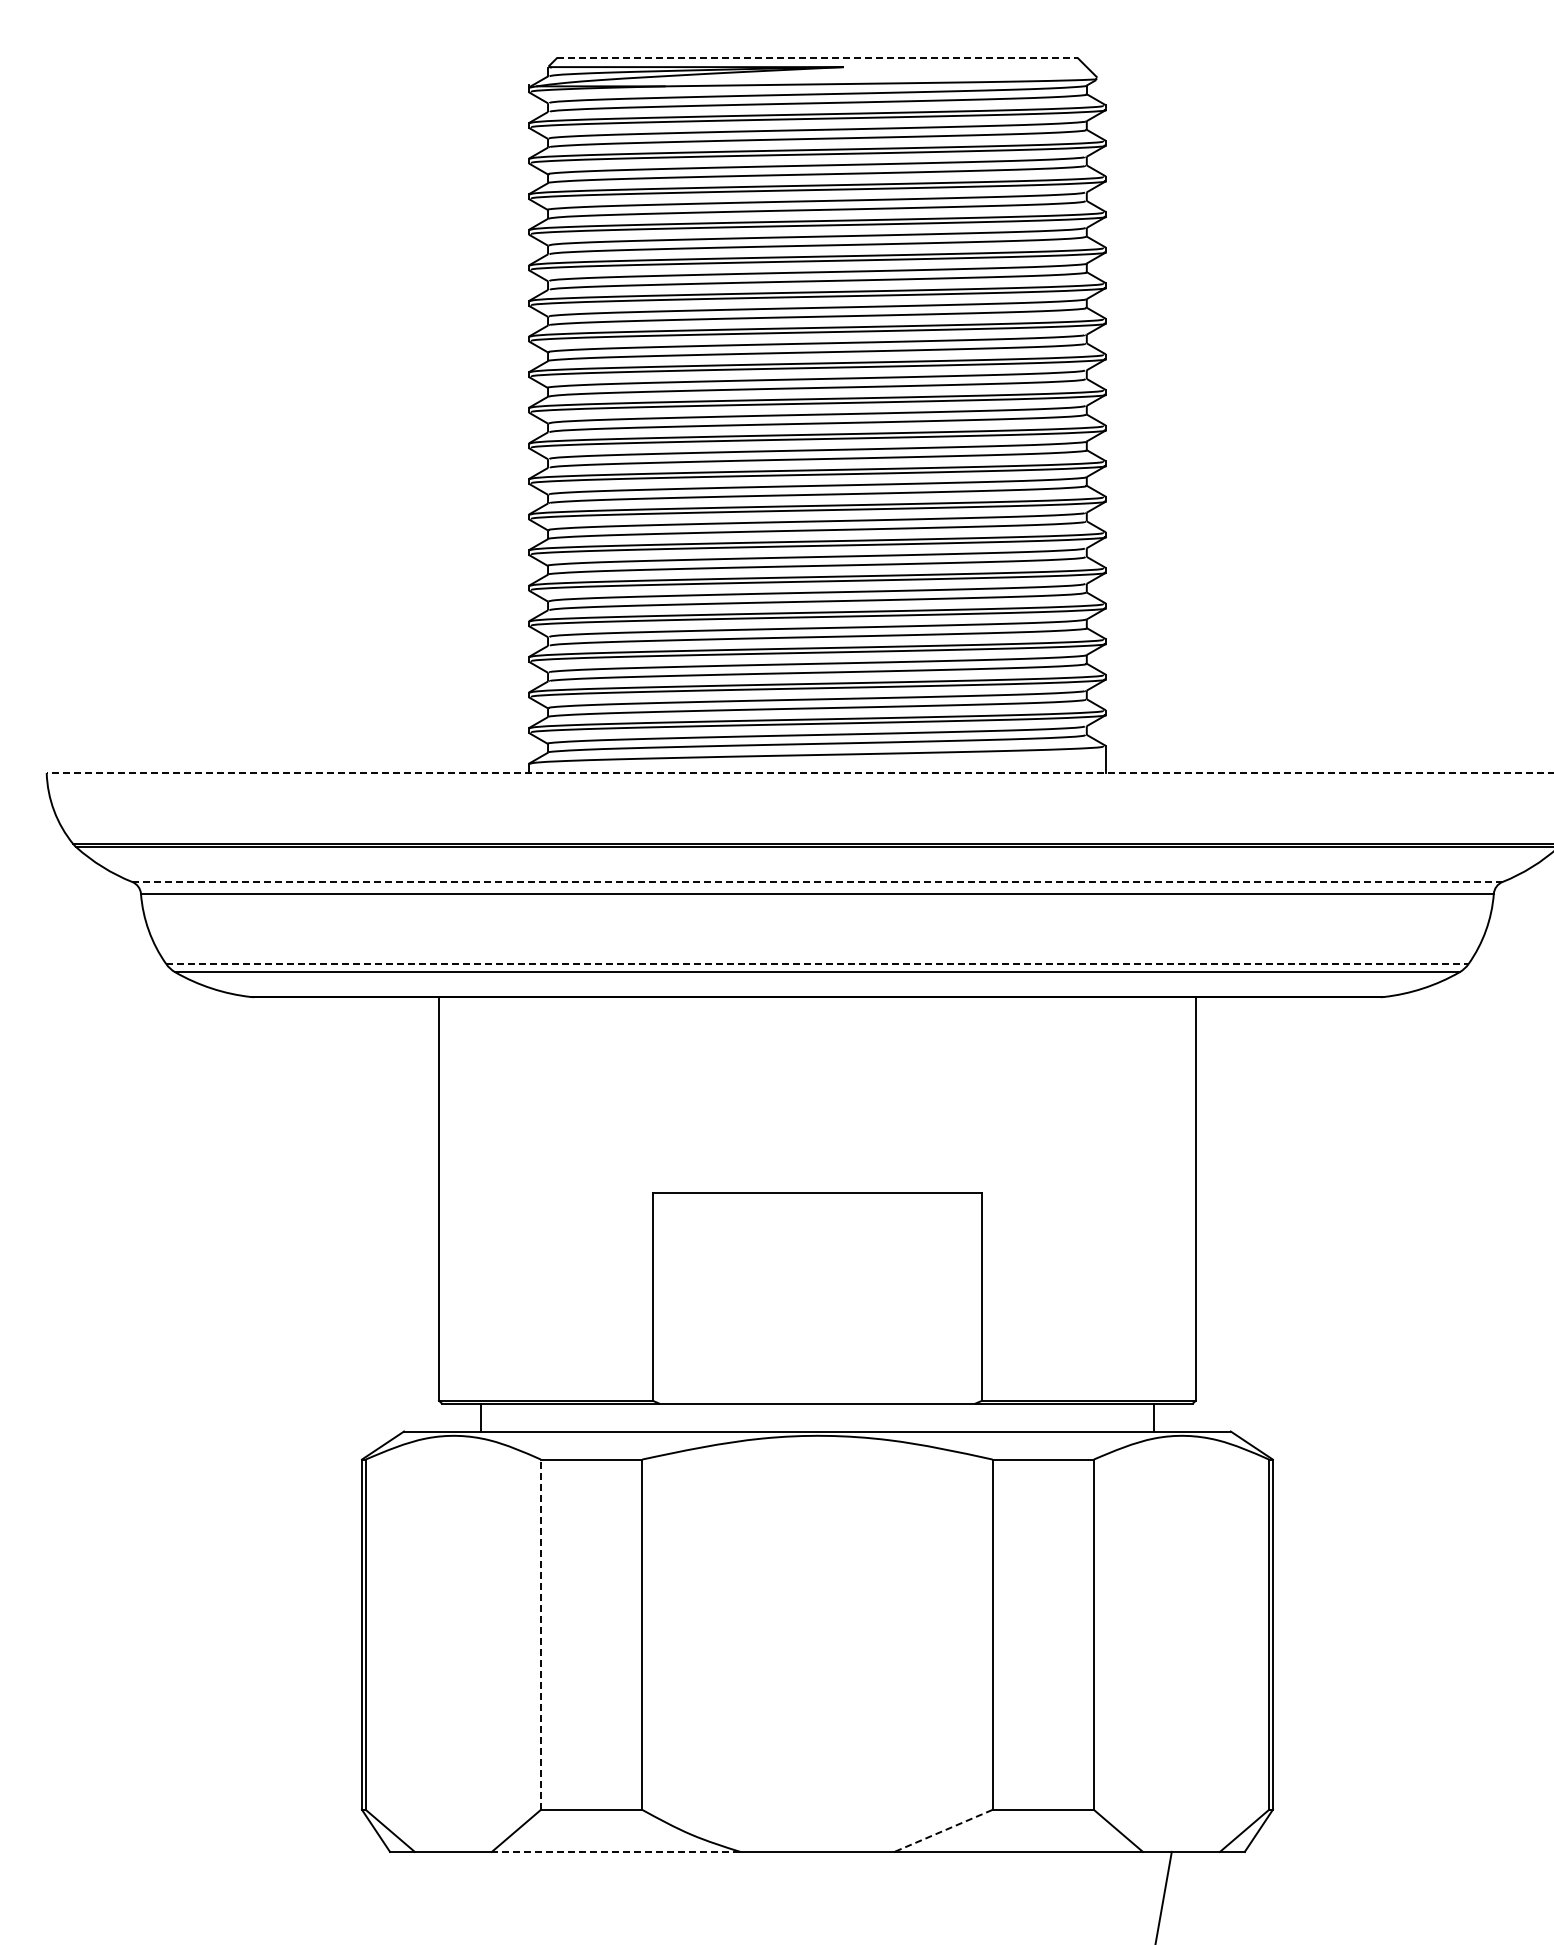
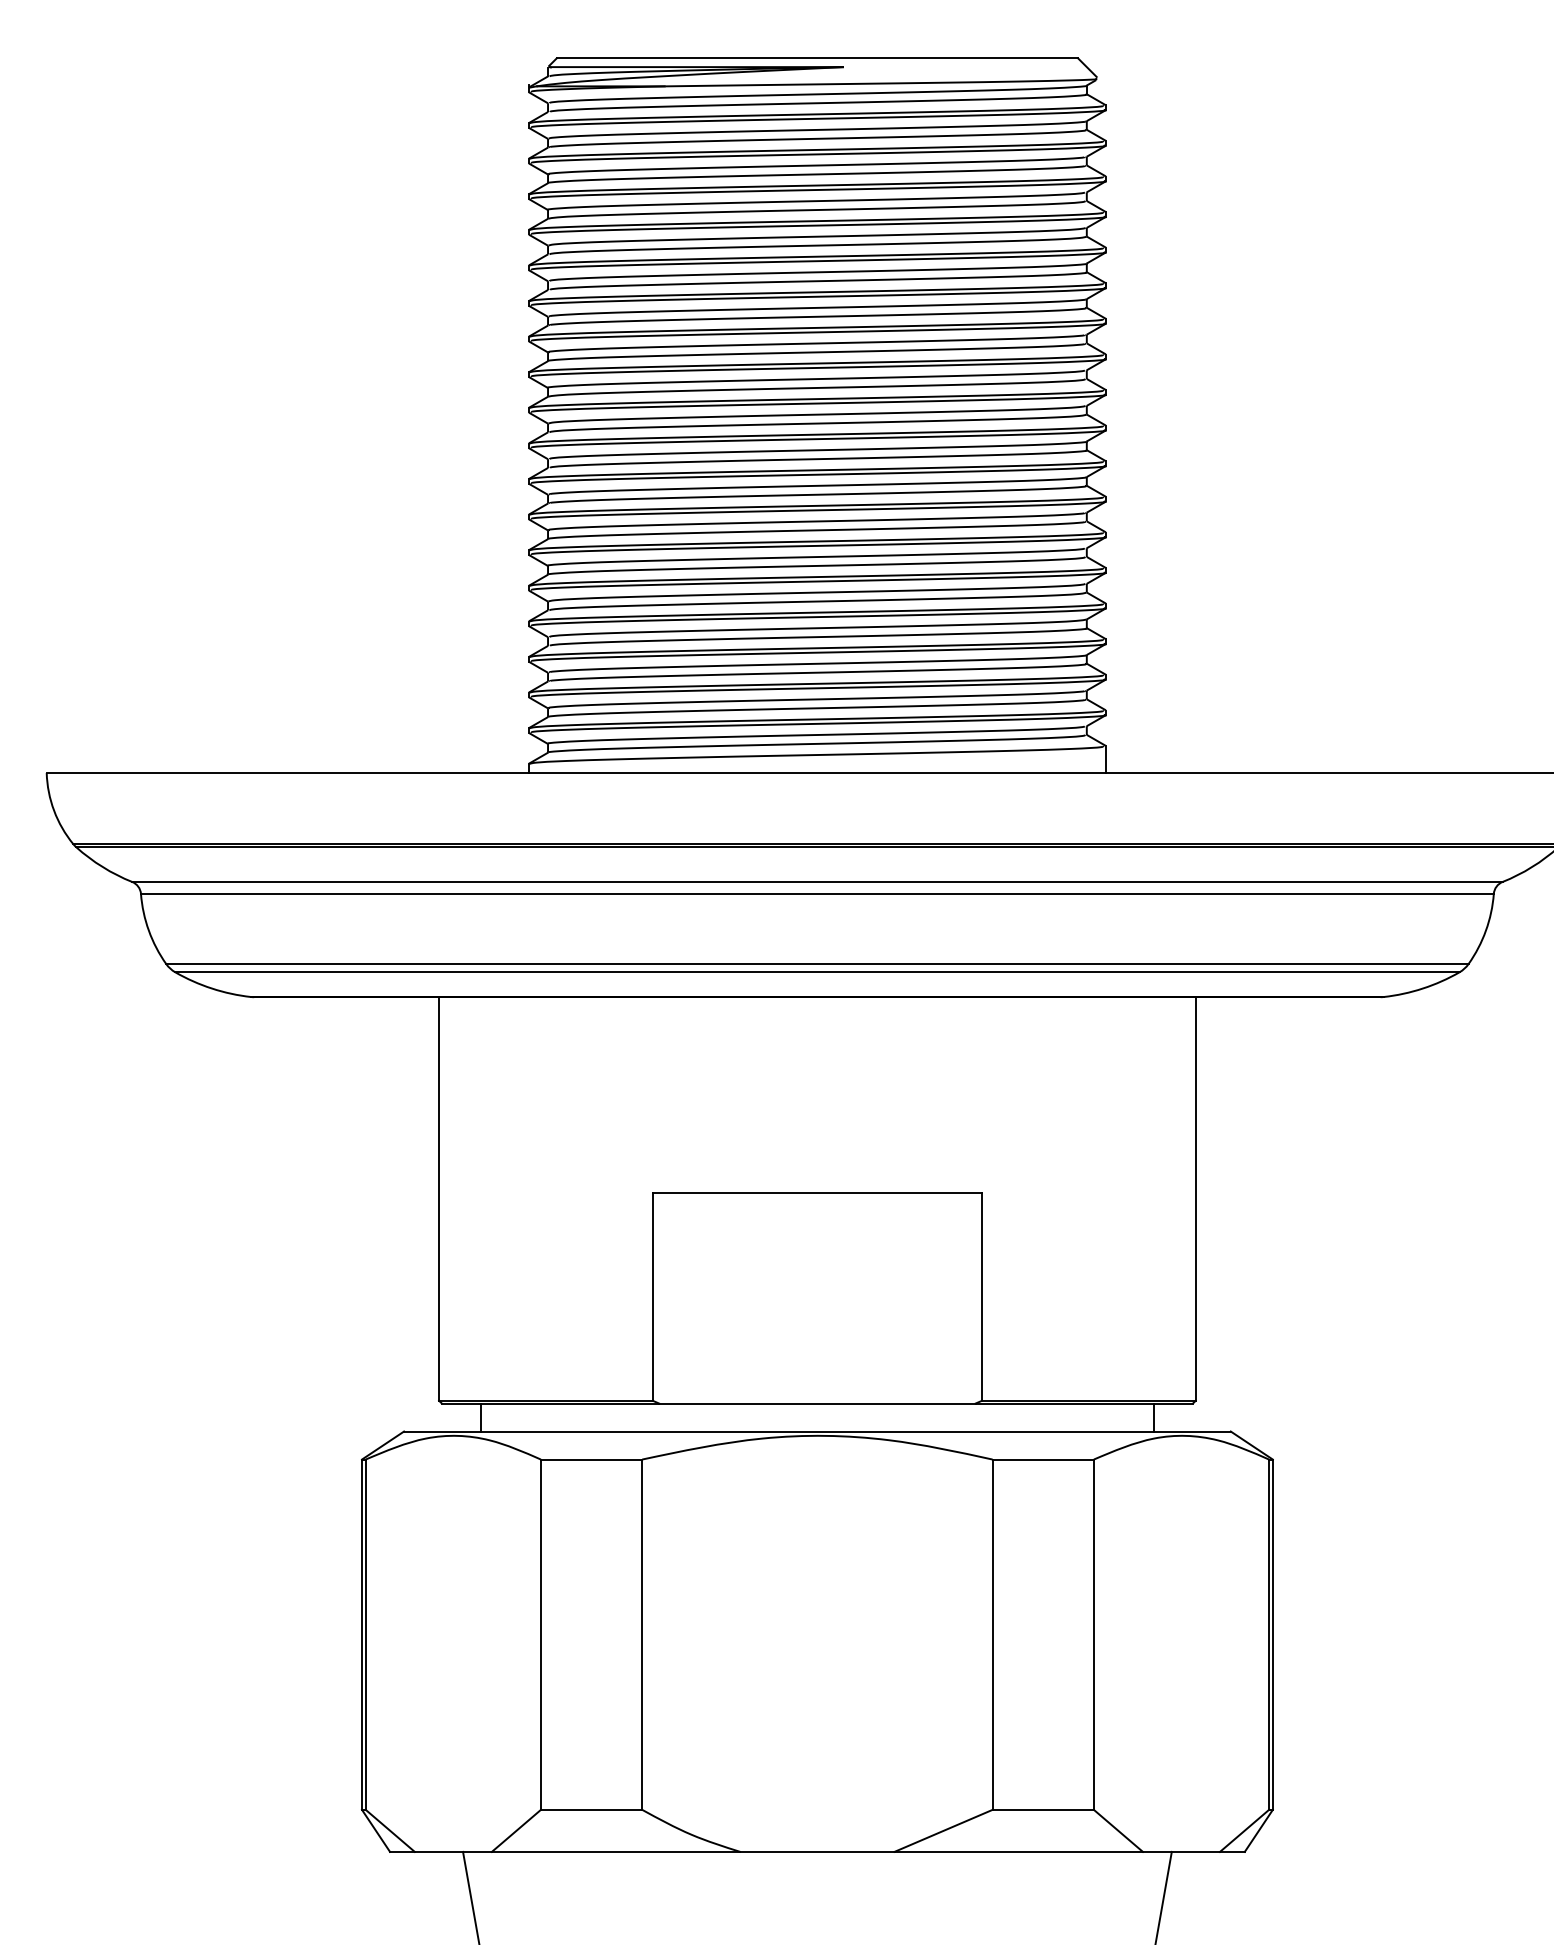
line at (817, 58): dashed -> solid
line at (799, 772): dashed -> solid
line at (817, 881): dashed -> solid
line at (817, 964): dashed -> solid
line at (540, 1634): dashed -> solid
line at (943, 1831): dashed -> solid
line at (615, 1851): dashed -> solid
line at (470, 1896): none -> present
